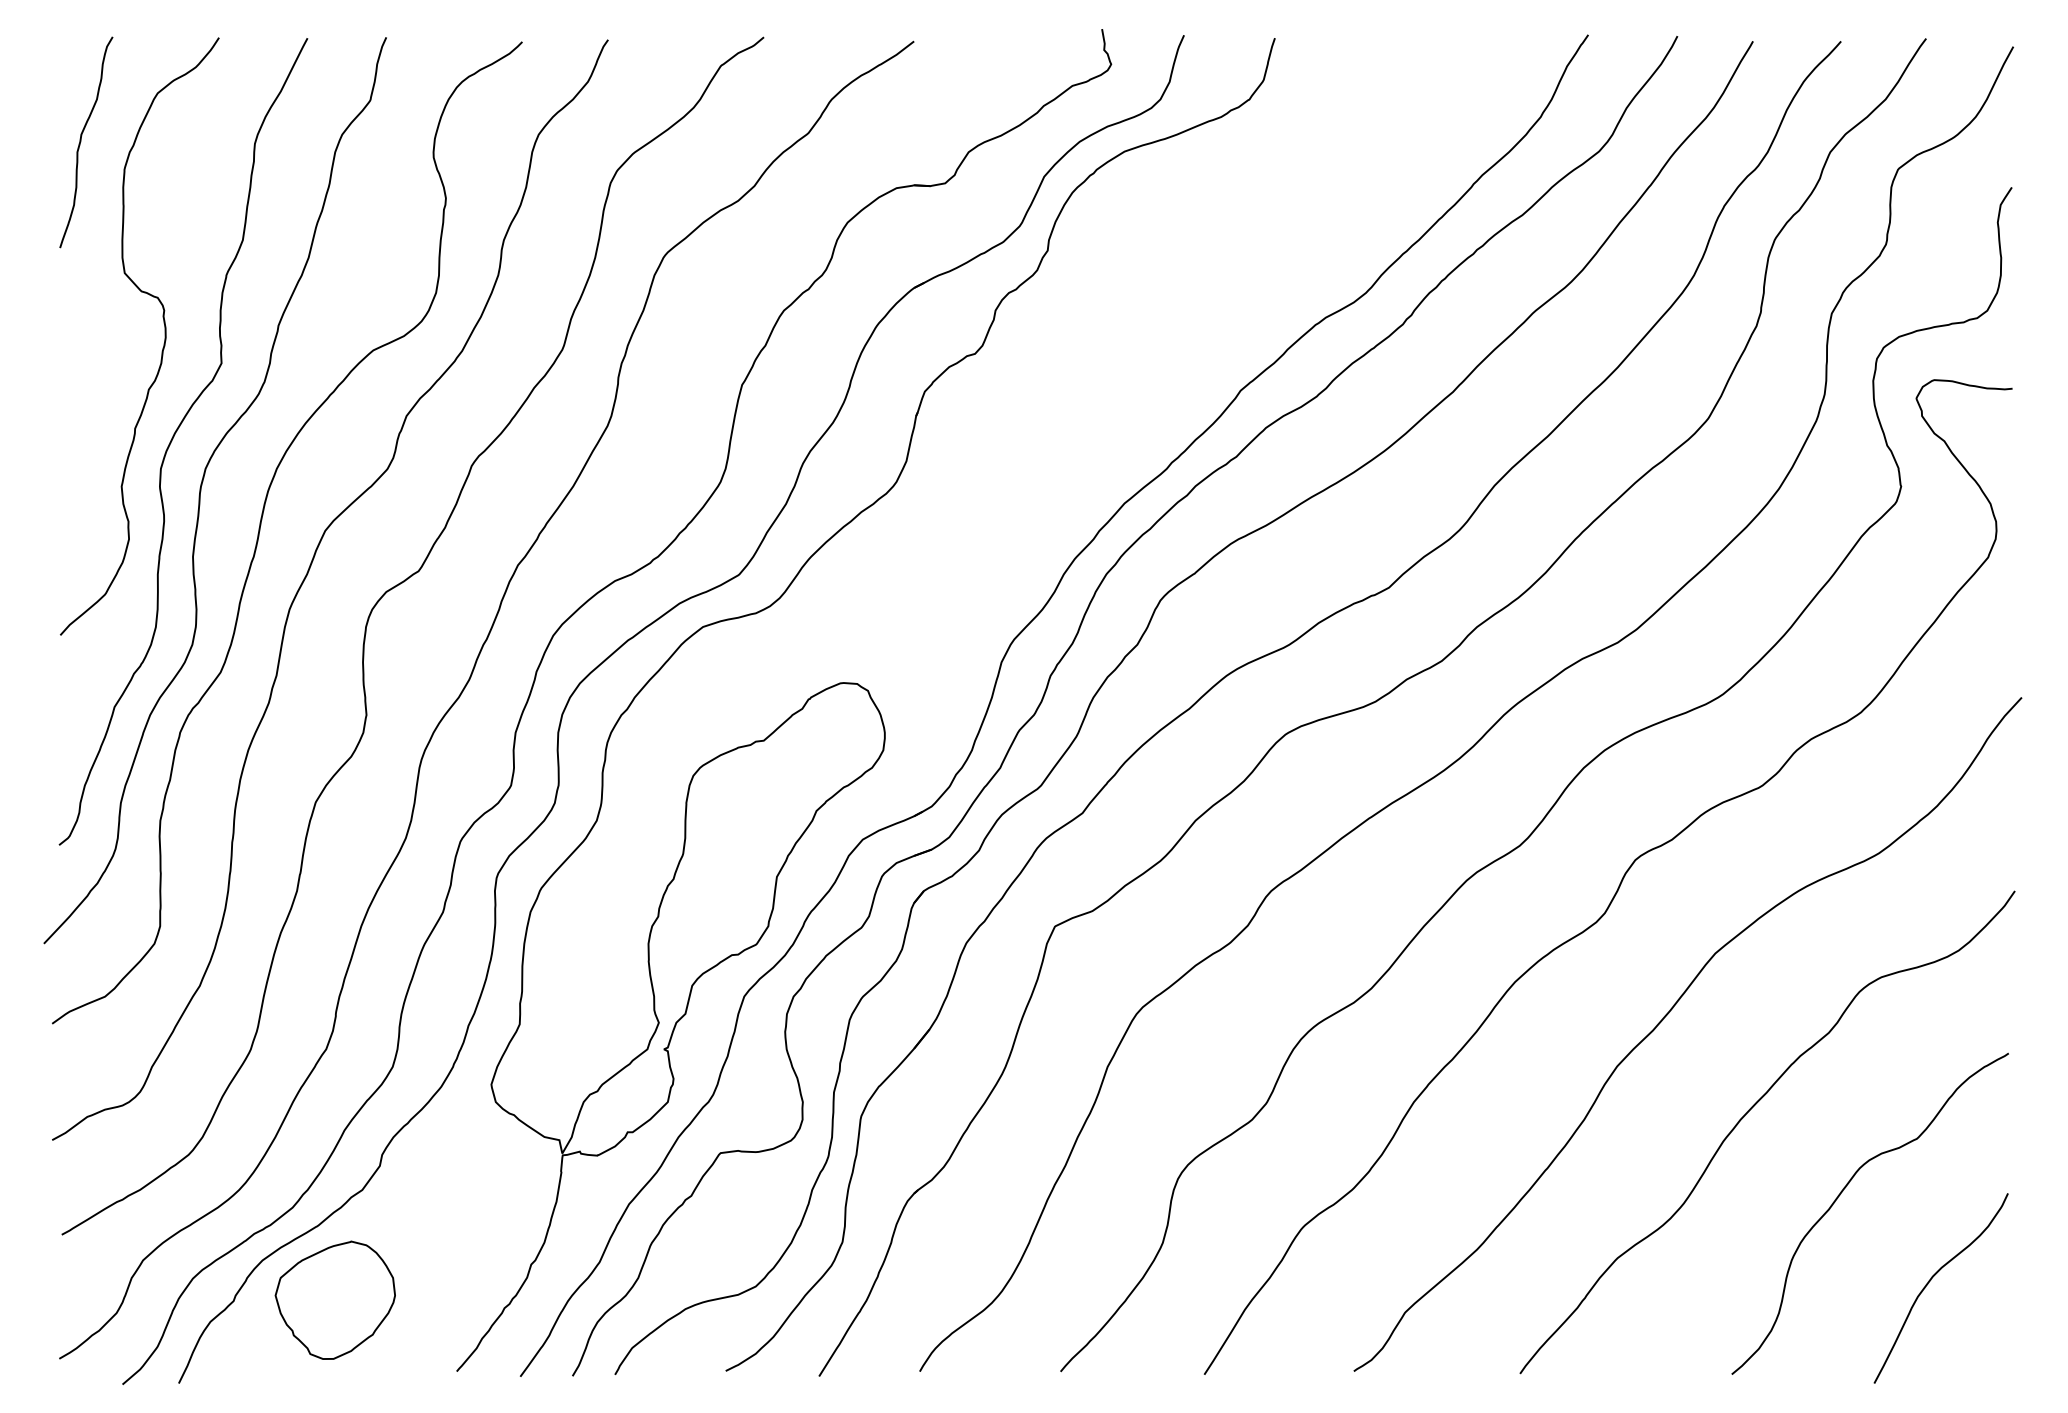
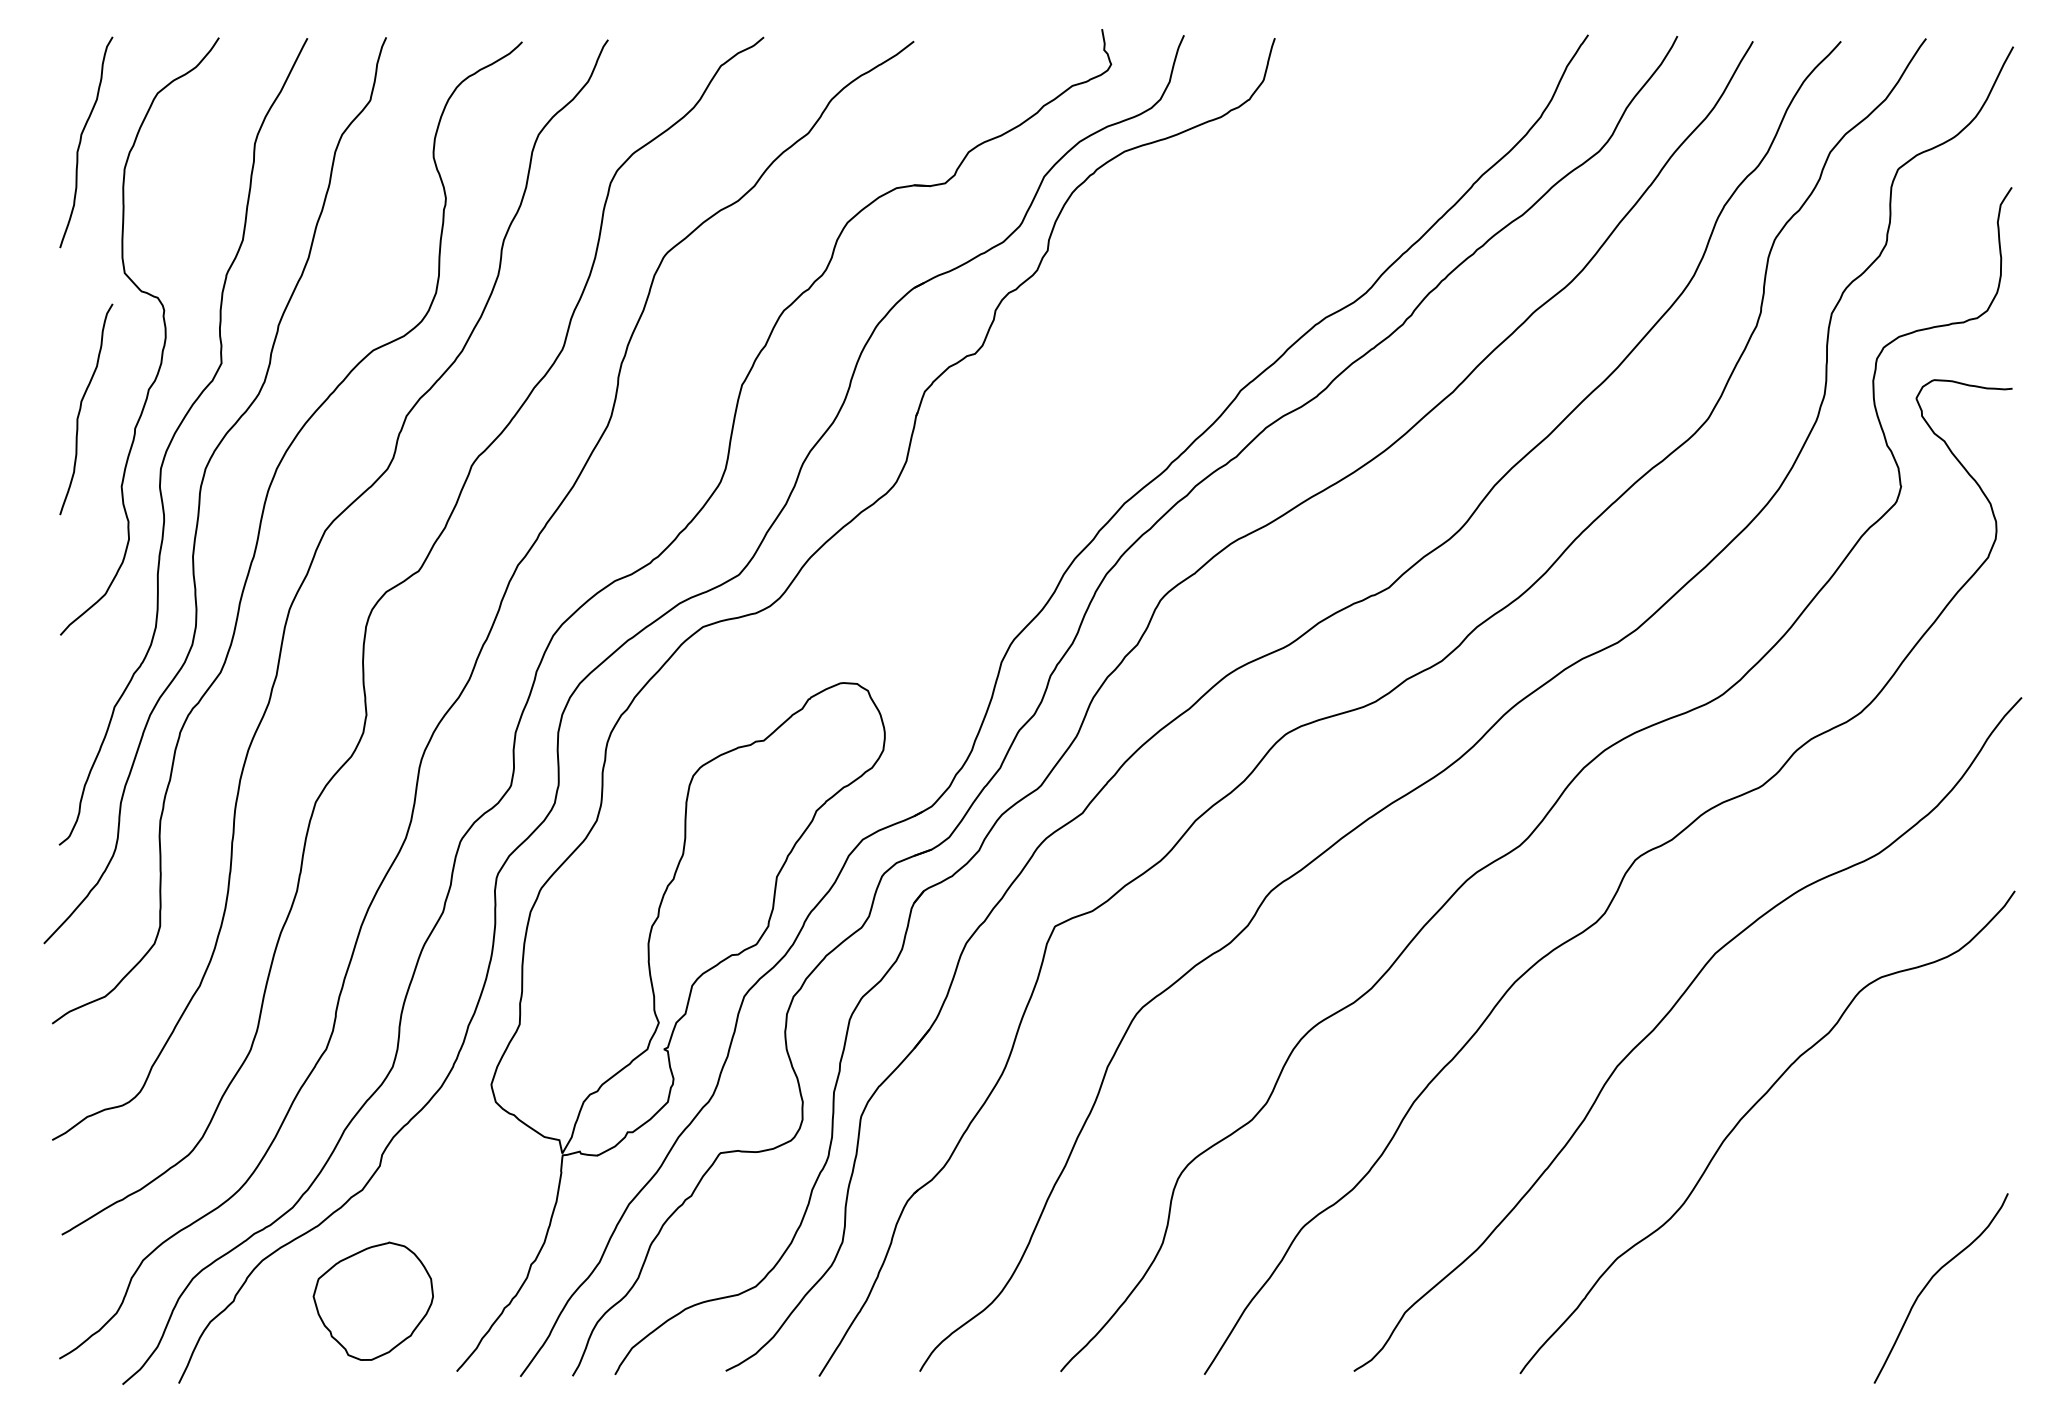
curve at (81, 408): none -> present
curve at (1843, 1191): present -> none
part at (334, 1299) position: (334, 1299) -> (372, 1300)
